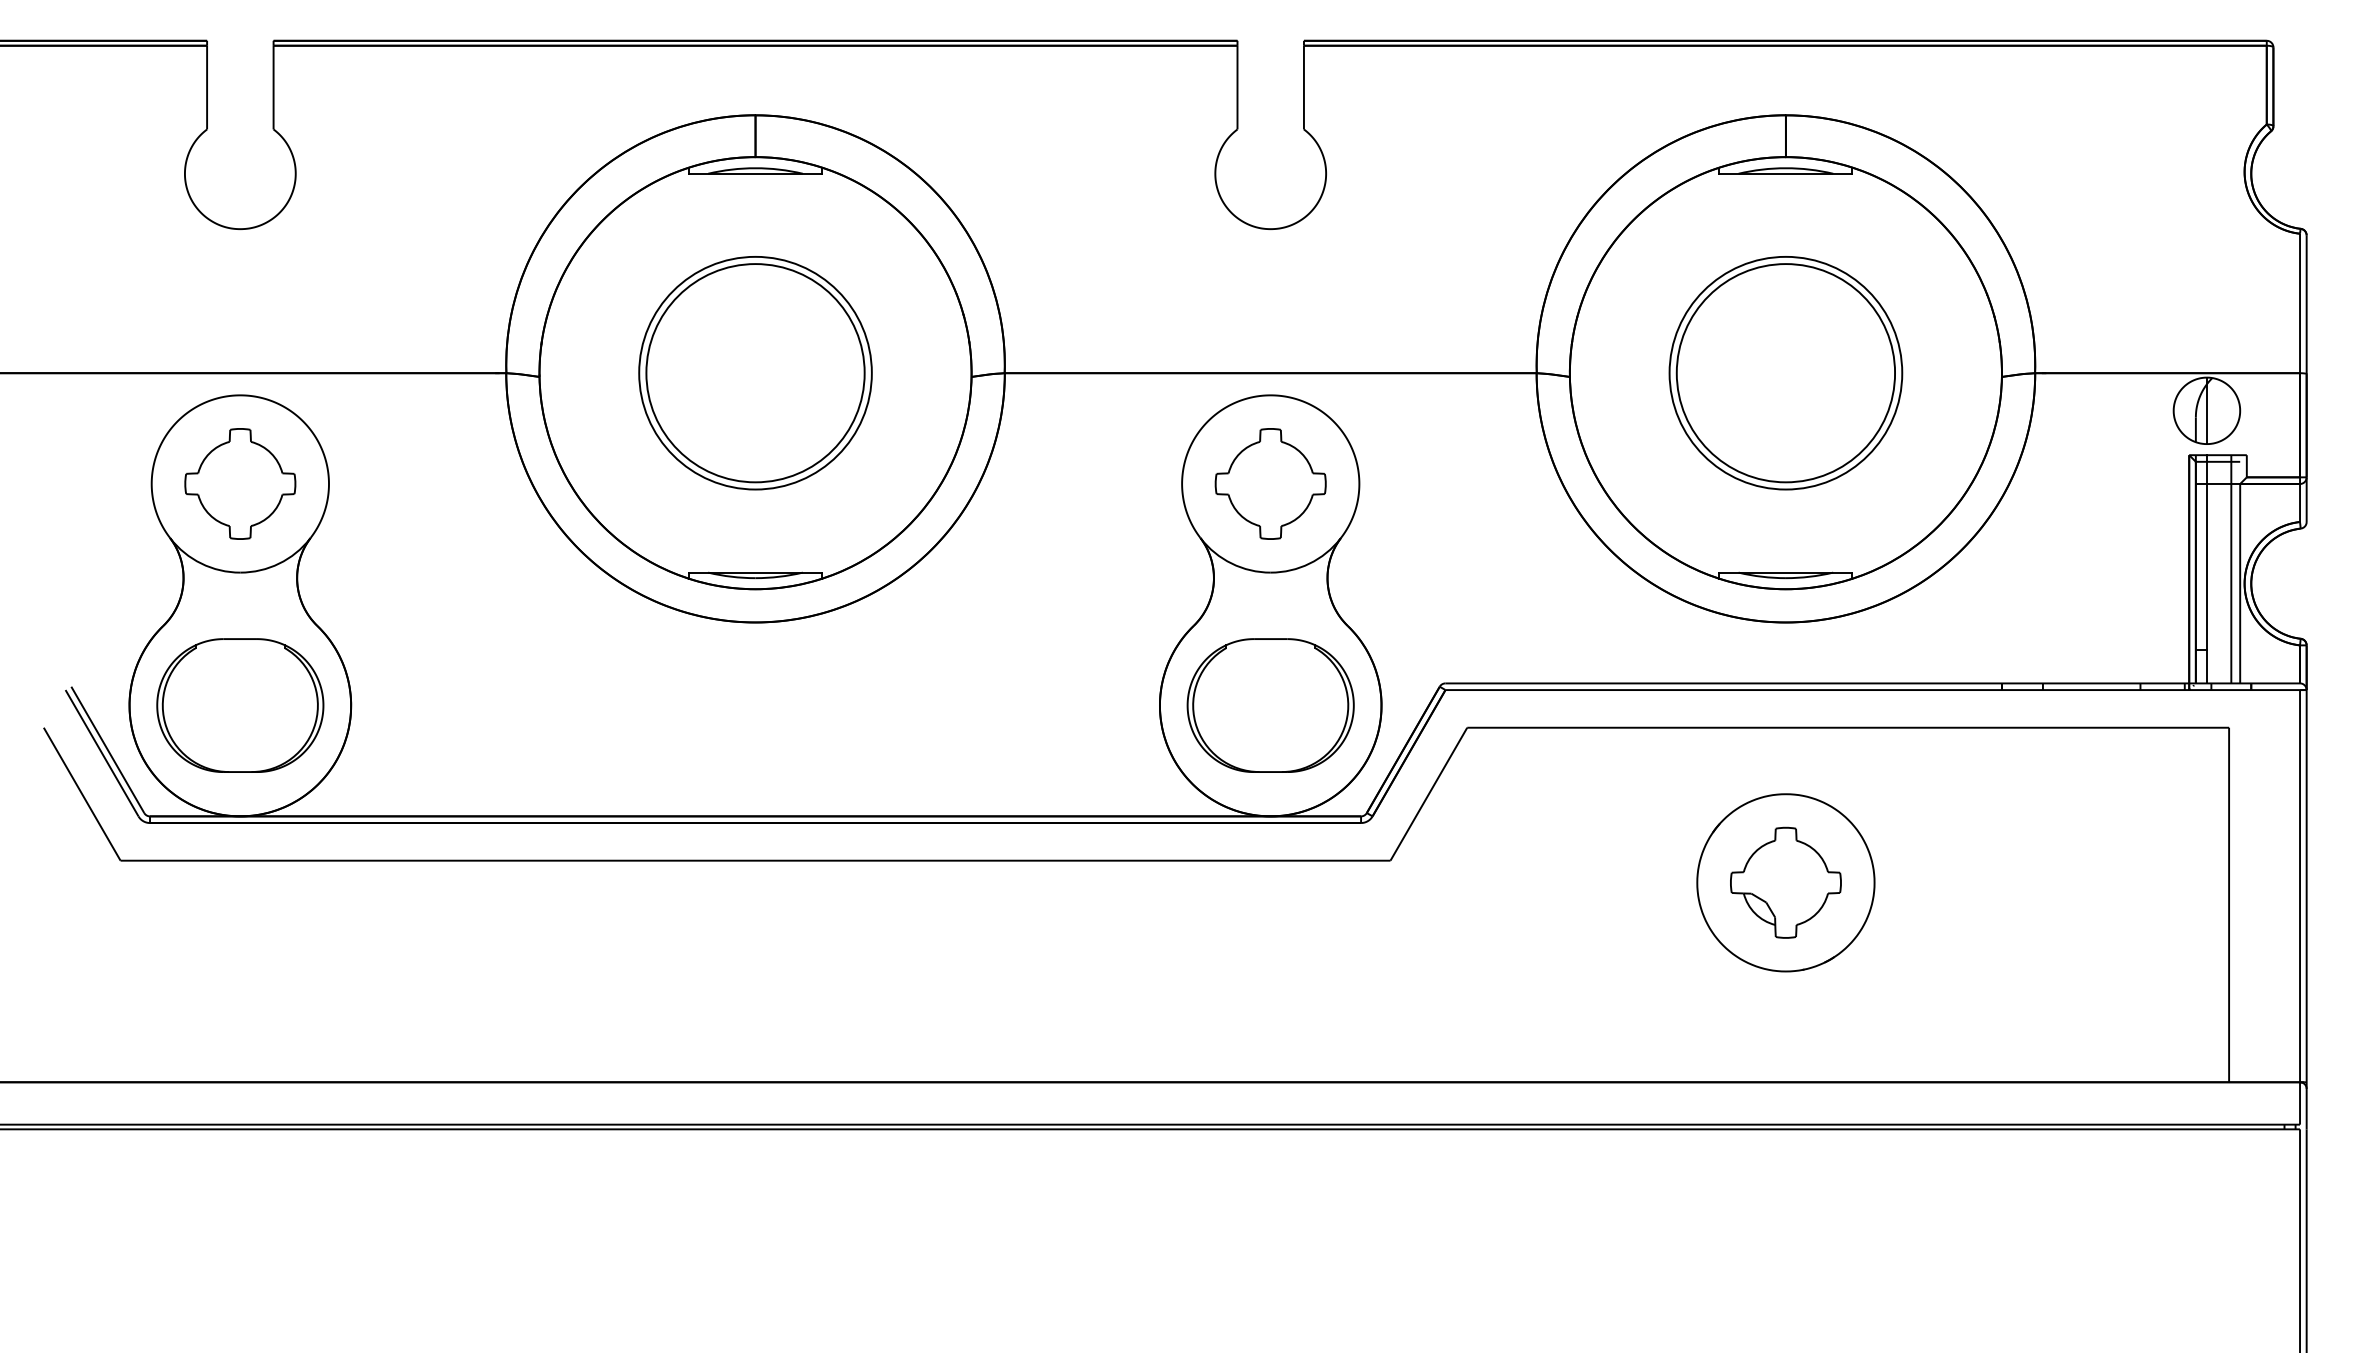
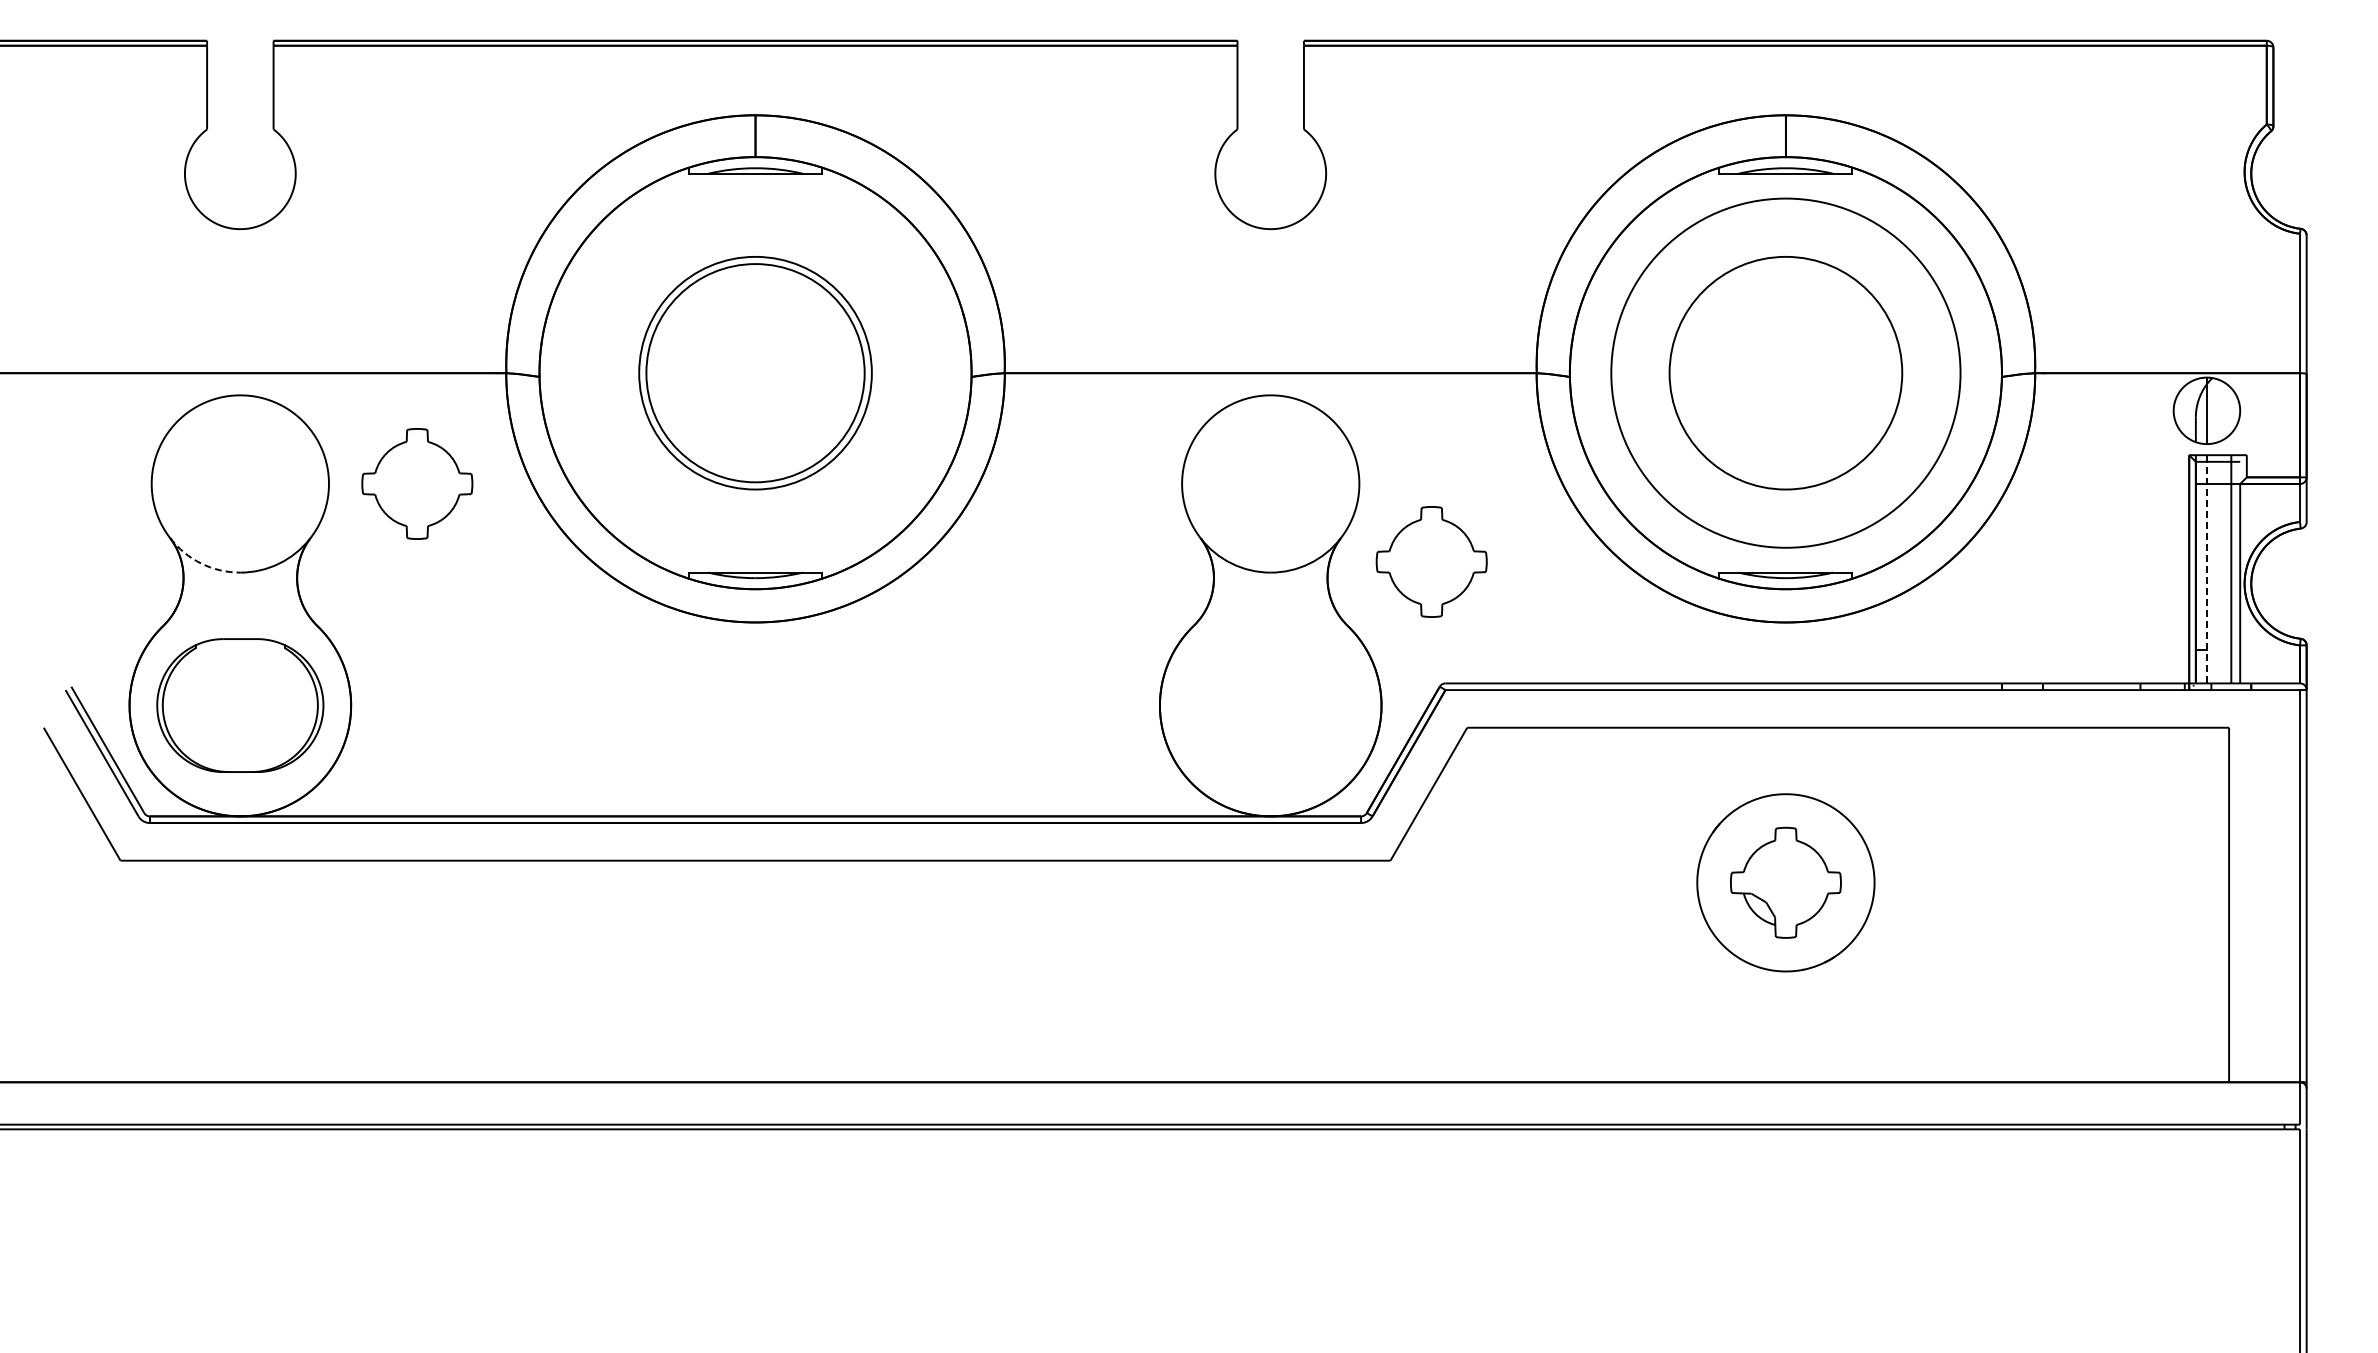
circle at (1785, 373) diameter: 218 px -> 349 px
part at (240, 483) position: (240, 483) -> (417, 483)
part at (1270, 483) position: (1270, 483) -> (1431, 561)
arc at (201, 563): solid -> dashed
line at (2206, 568): solid -> dashed
part at (1270, 705): present -> none
